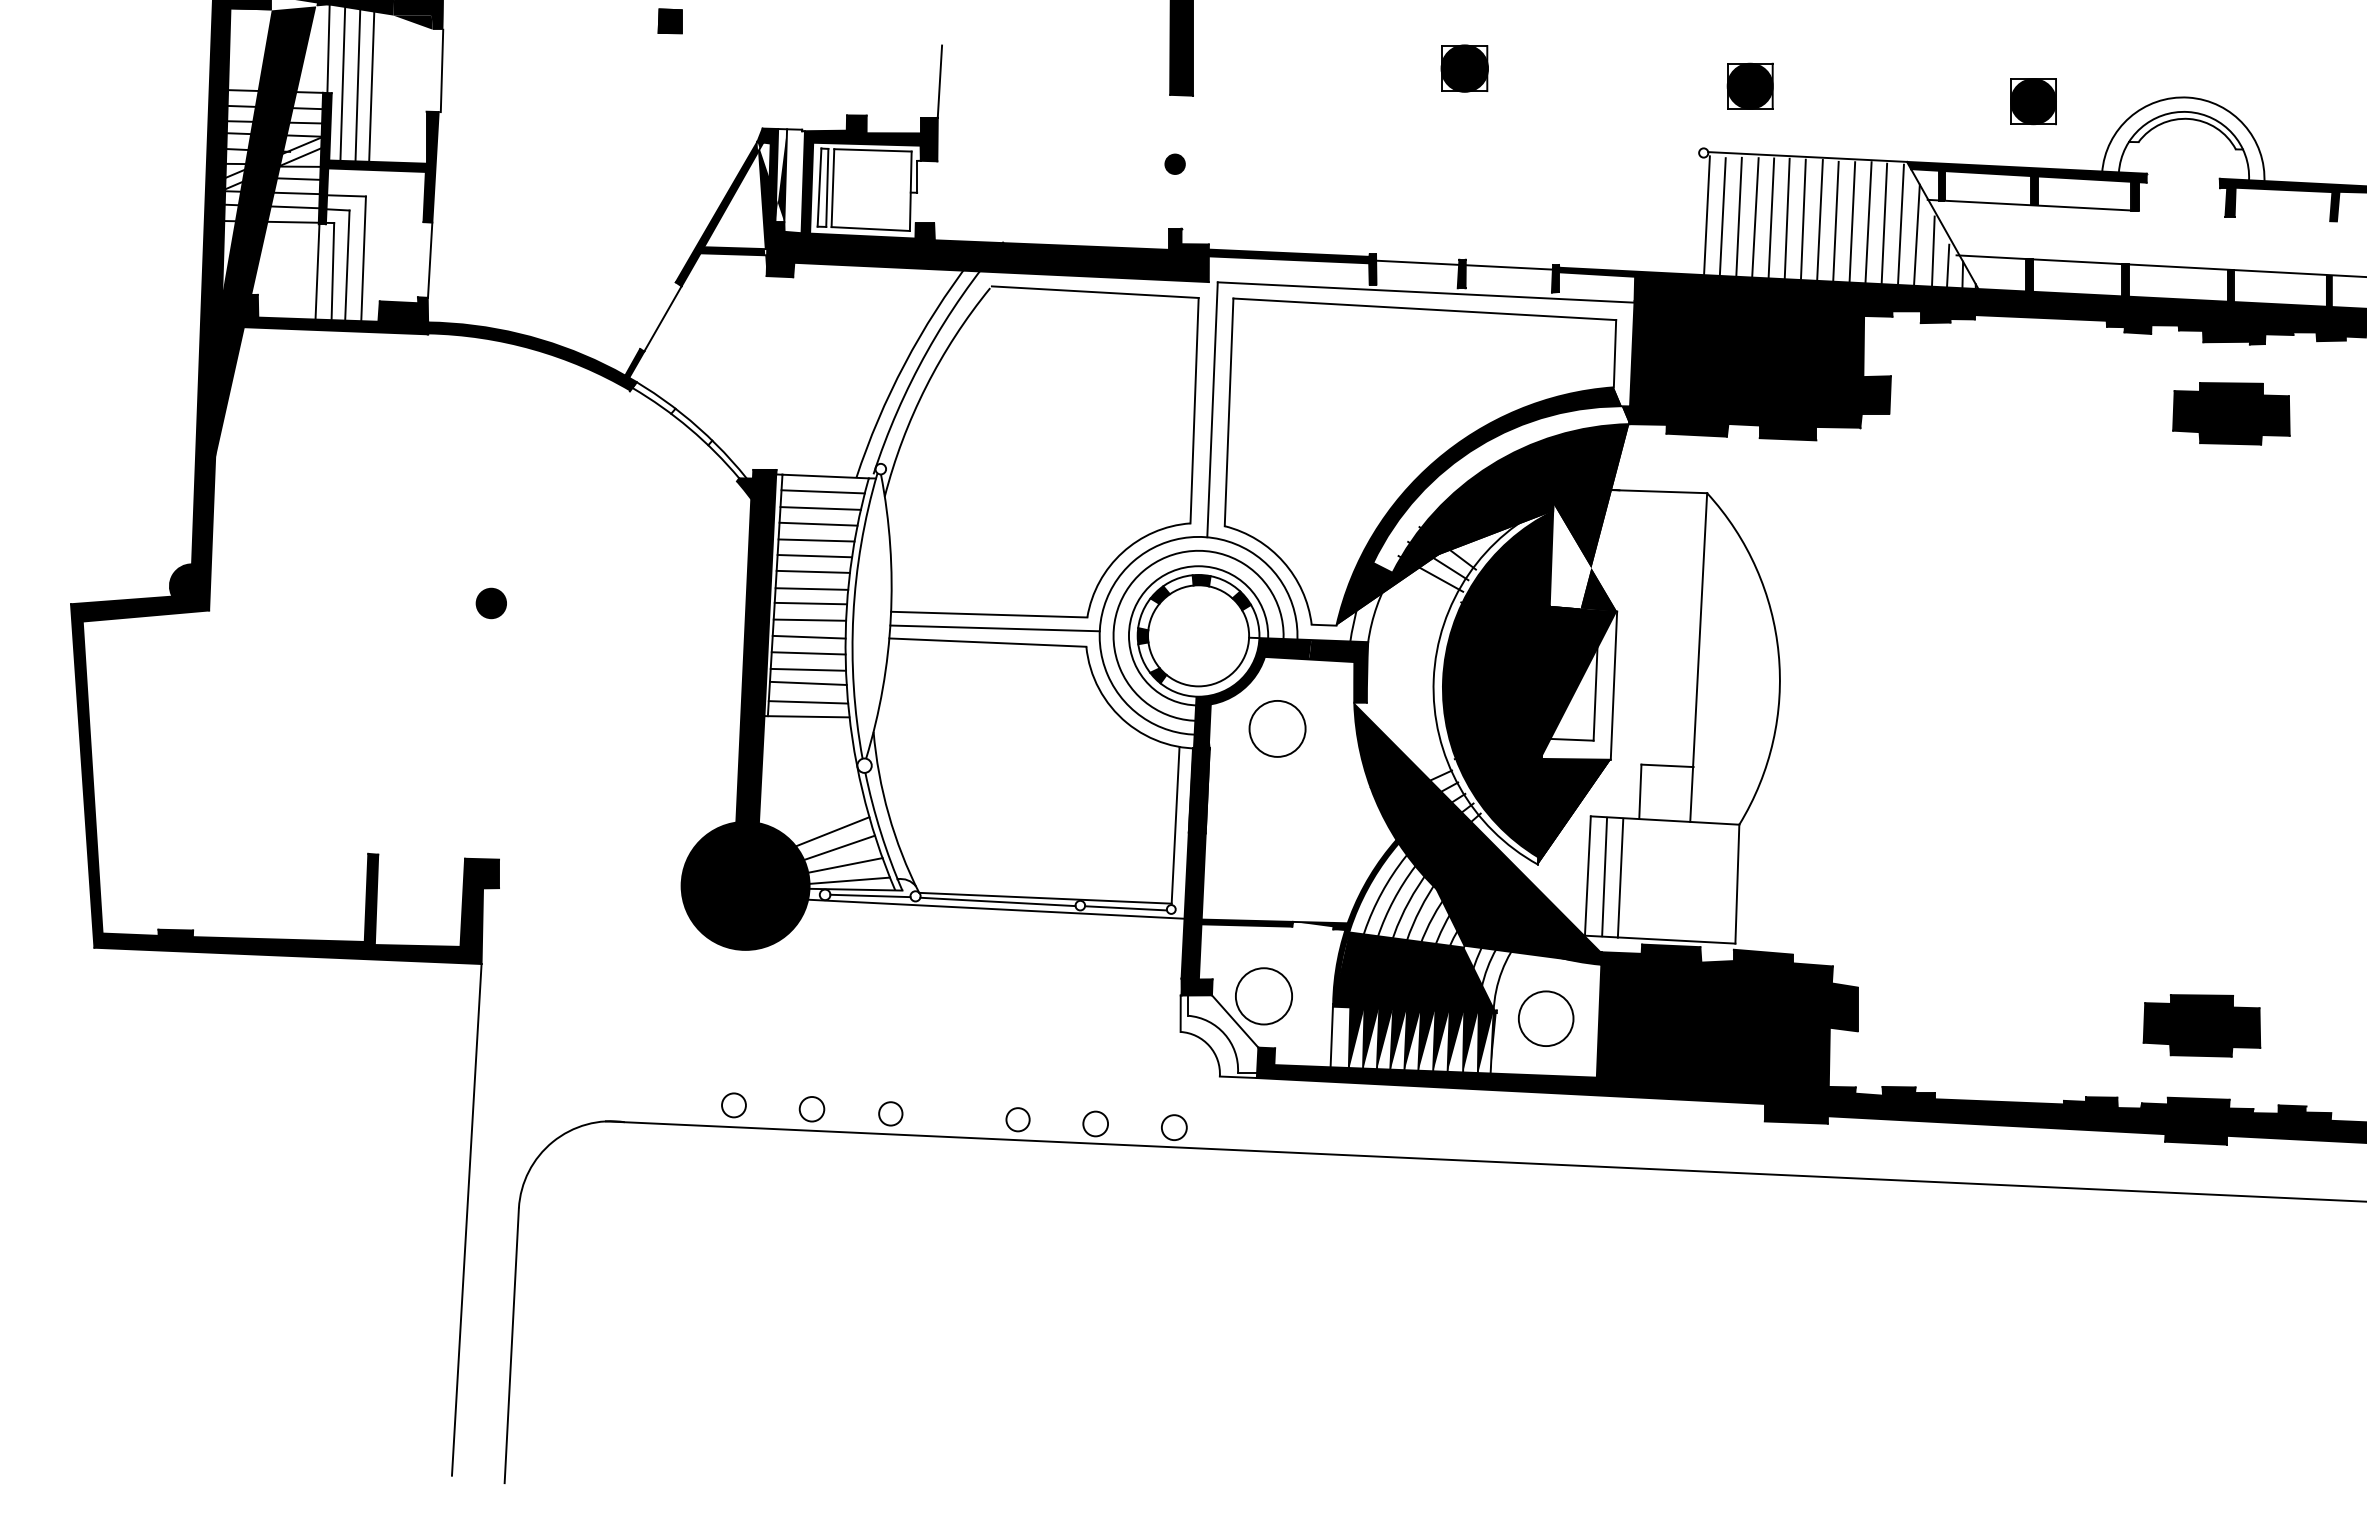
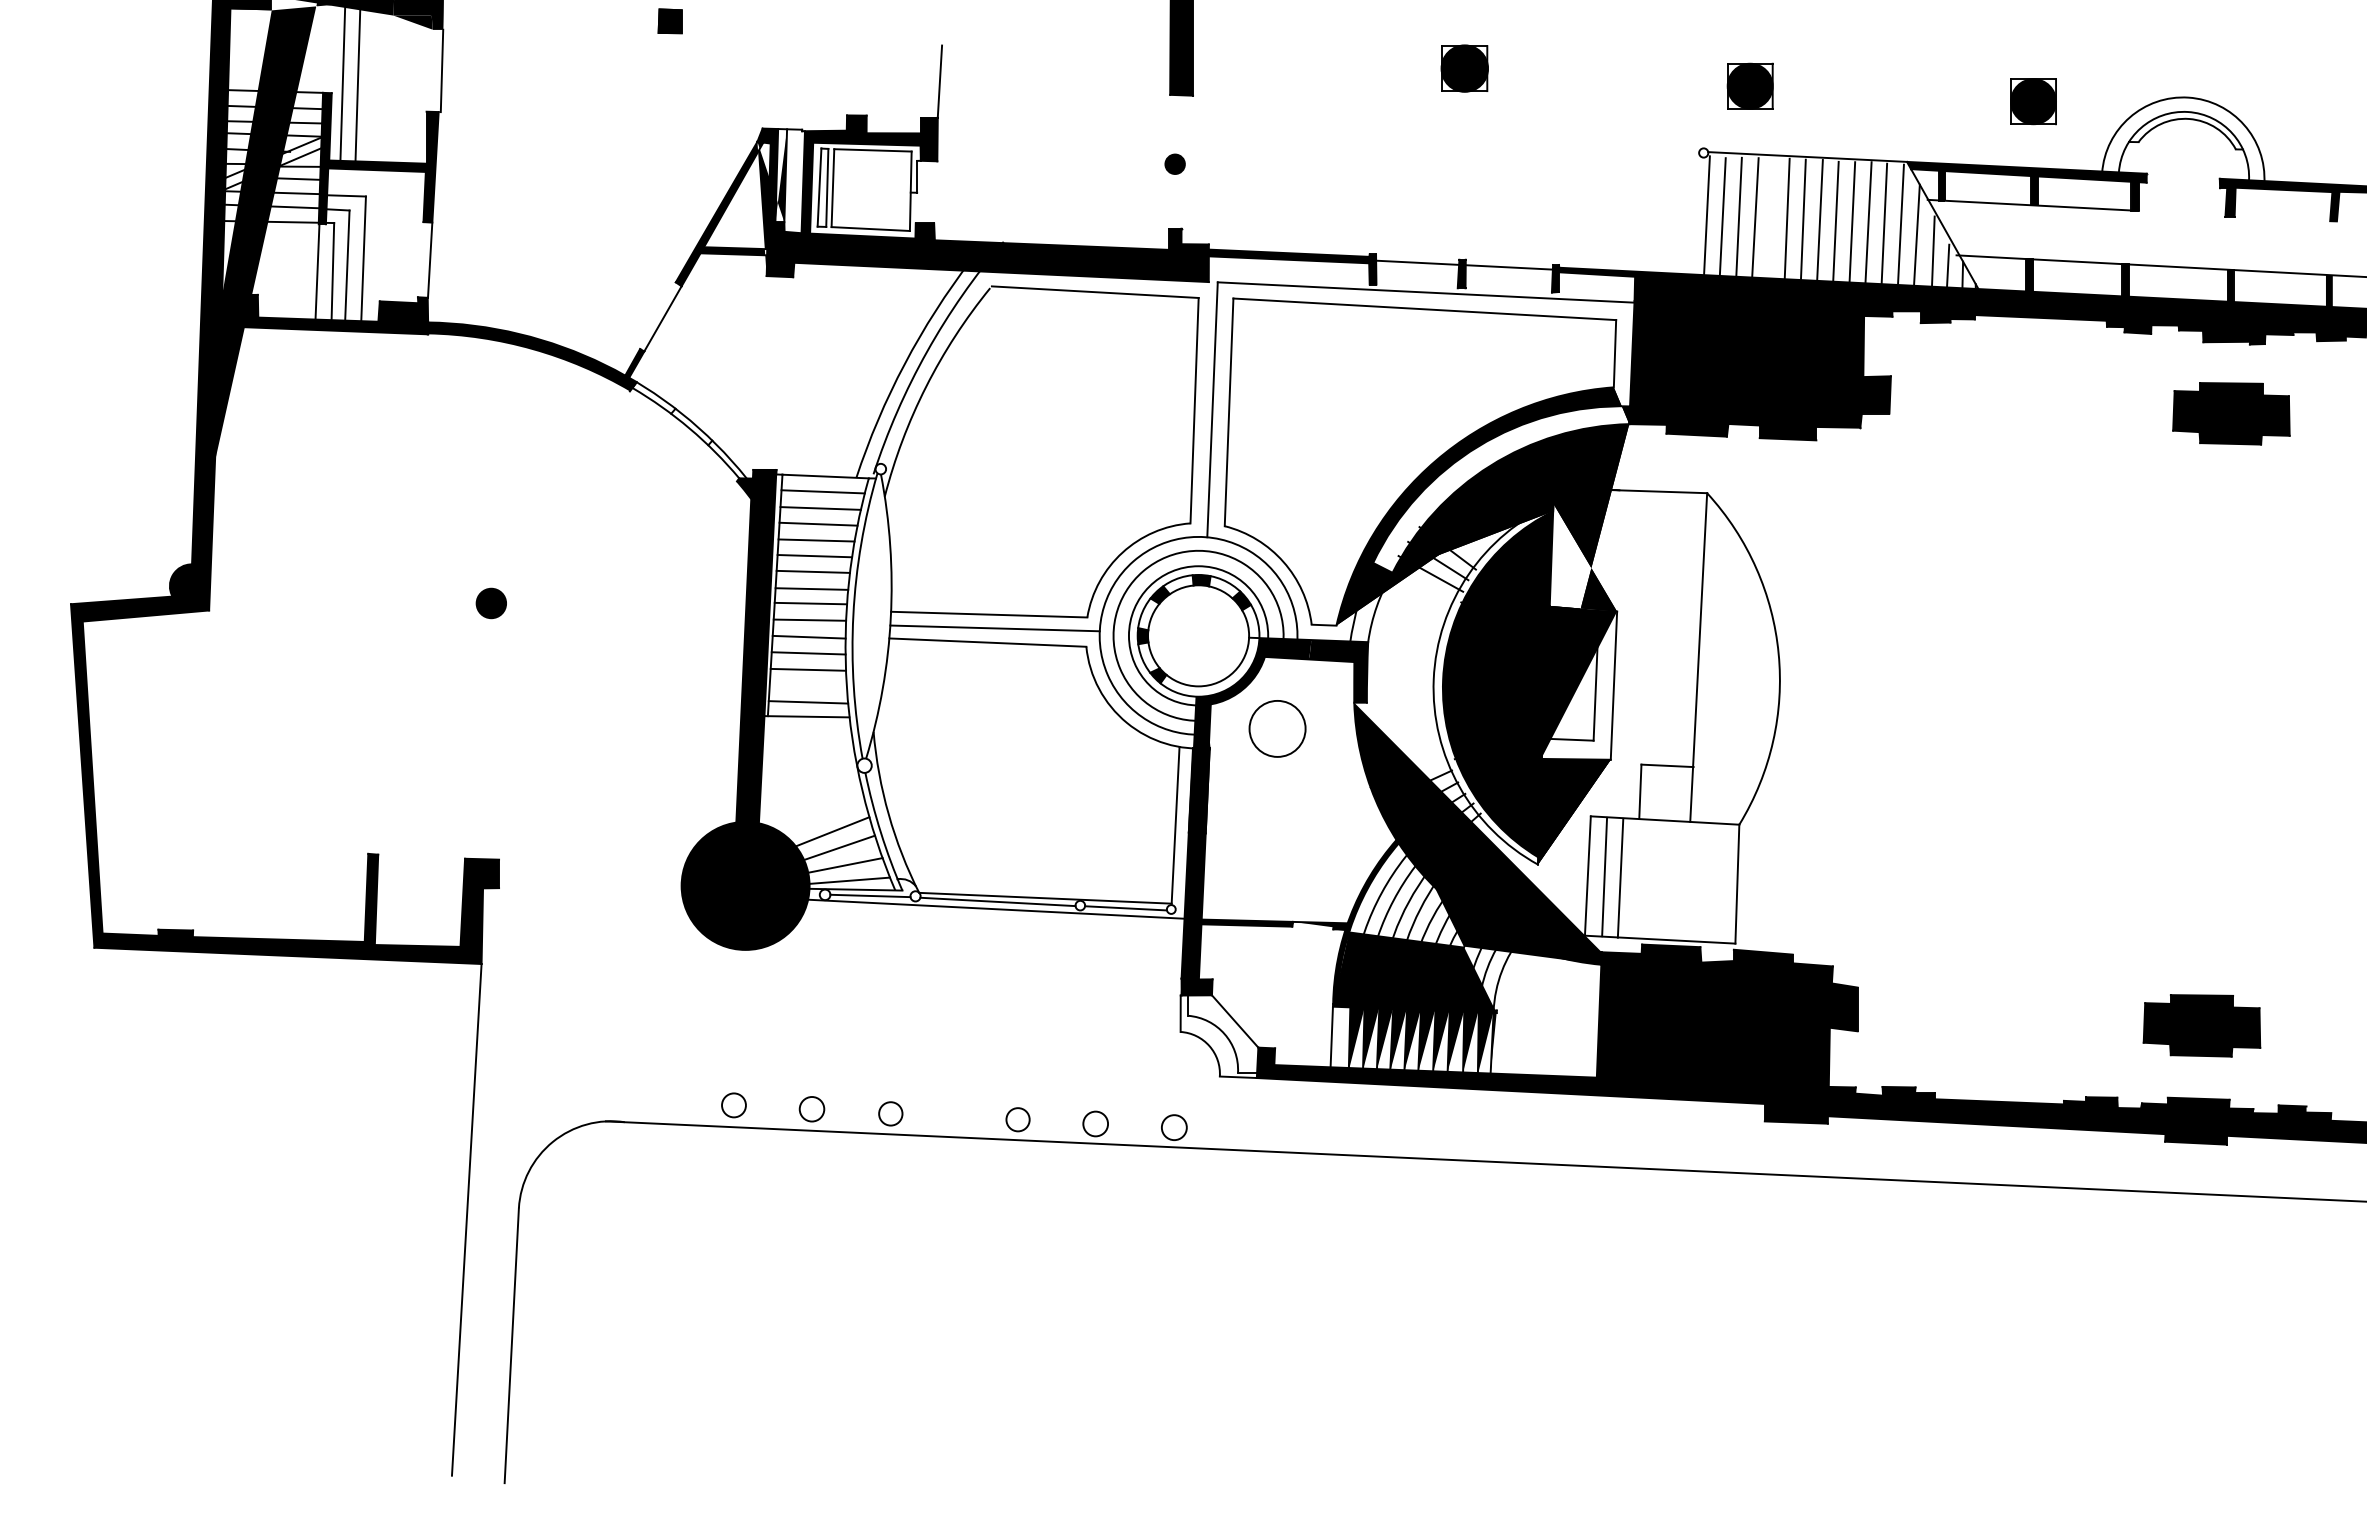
line at (328, 47): present -> none
line at (371, 84): present -> none
line at (1771, 218): present -> none
line at (807, 682): present -> none
circle at (1263, 996): present -> none
circle at (1546, 1018): present -> none
